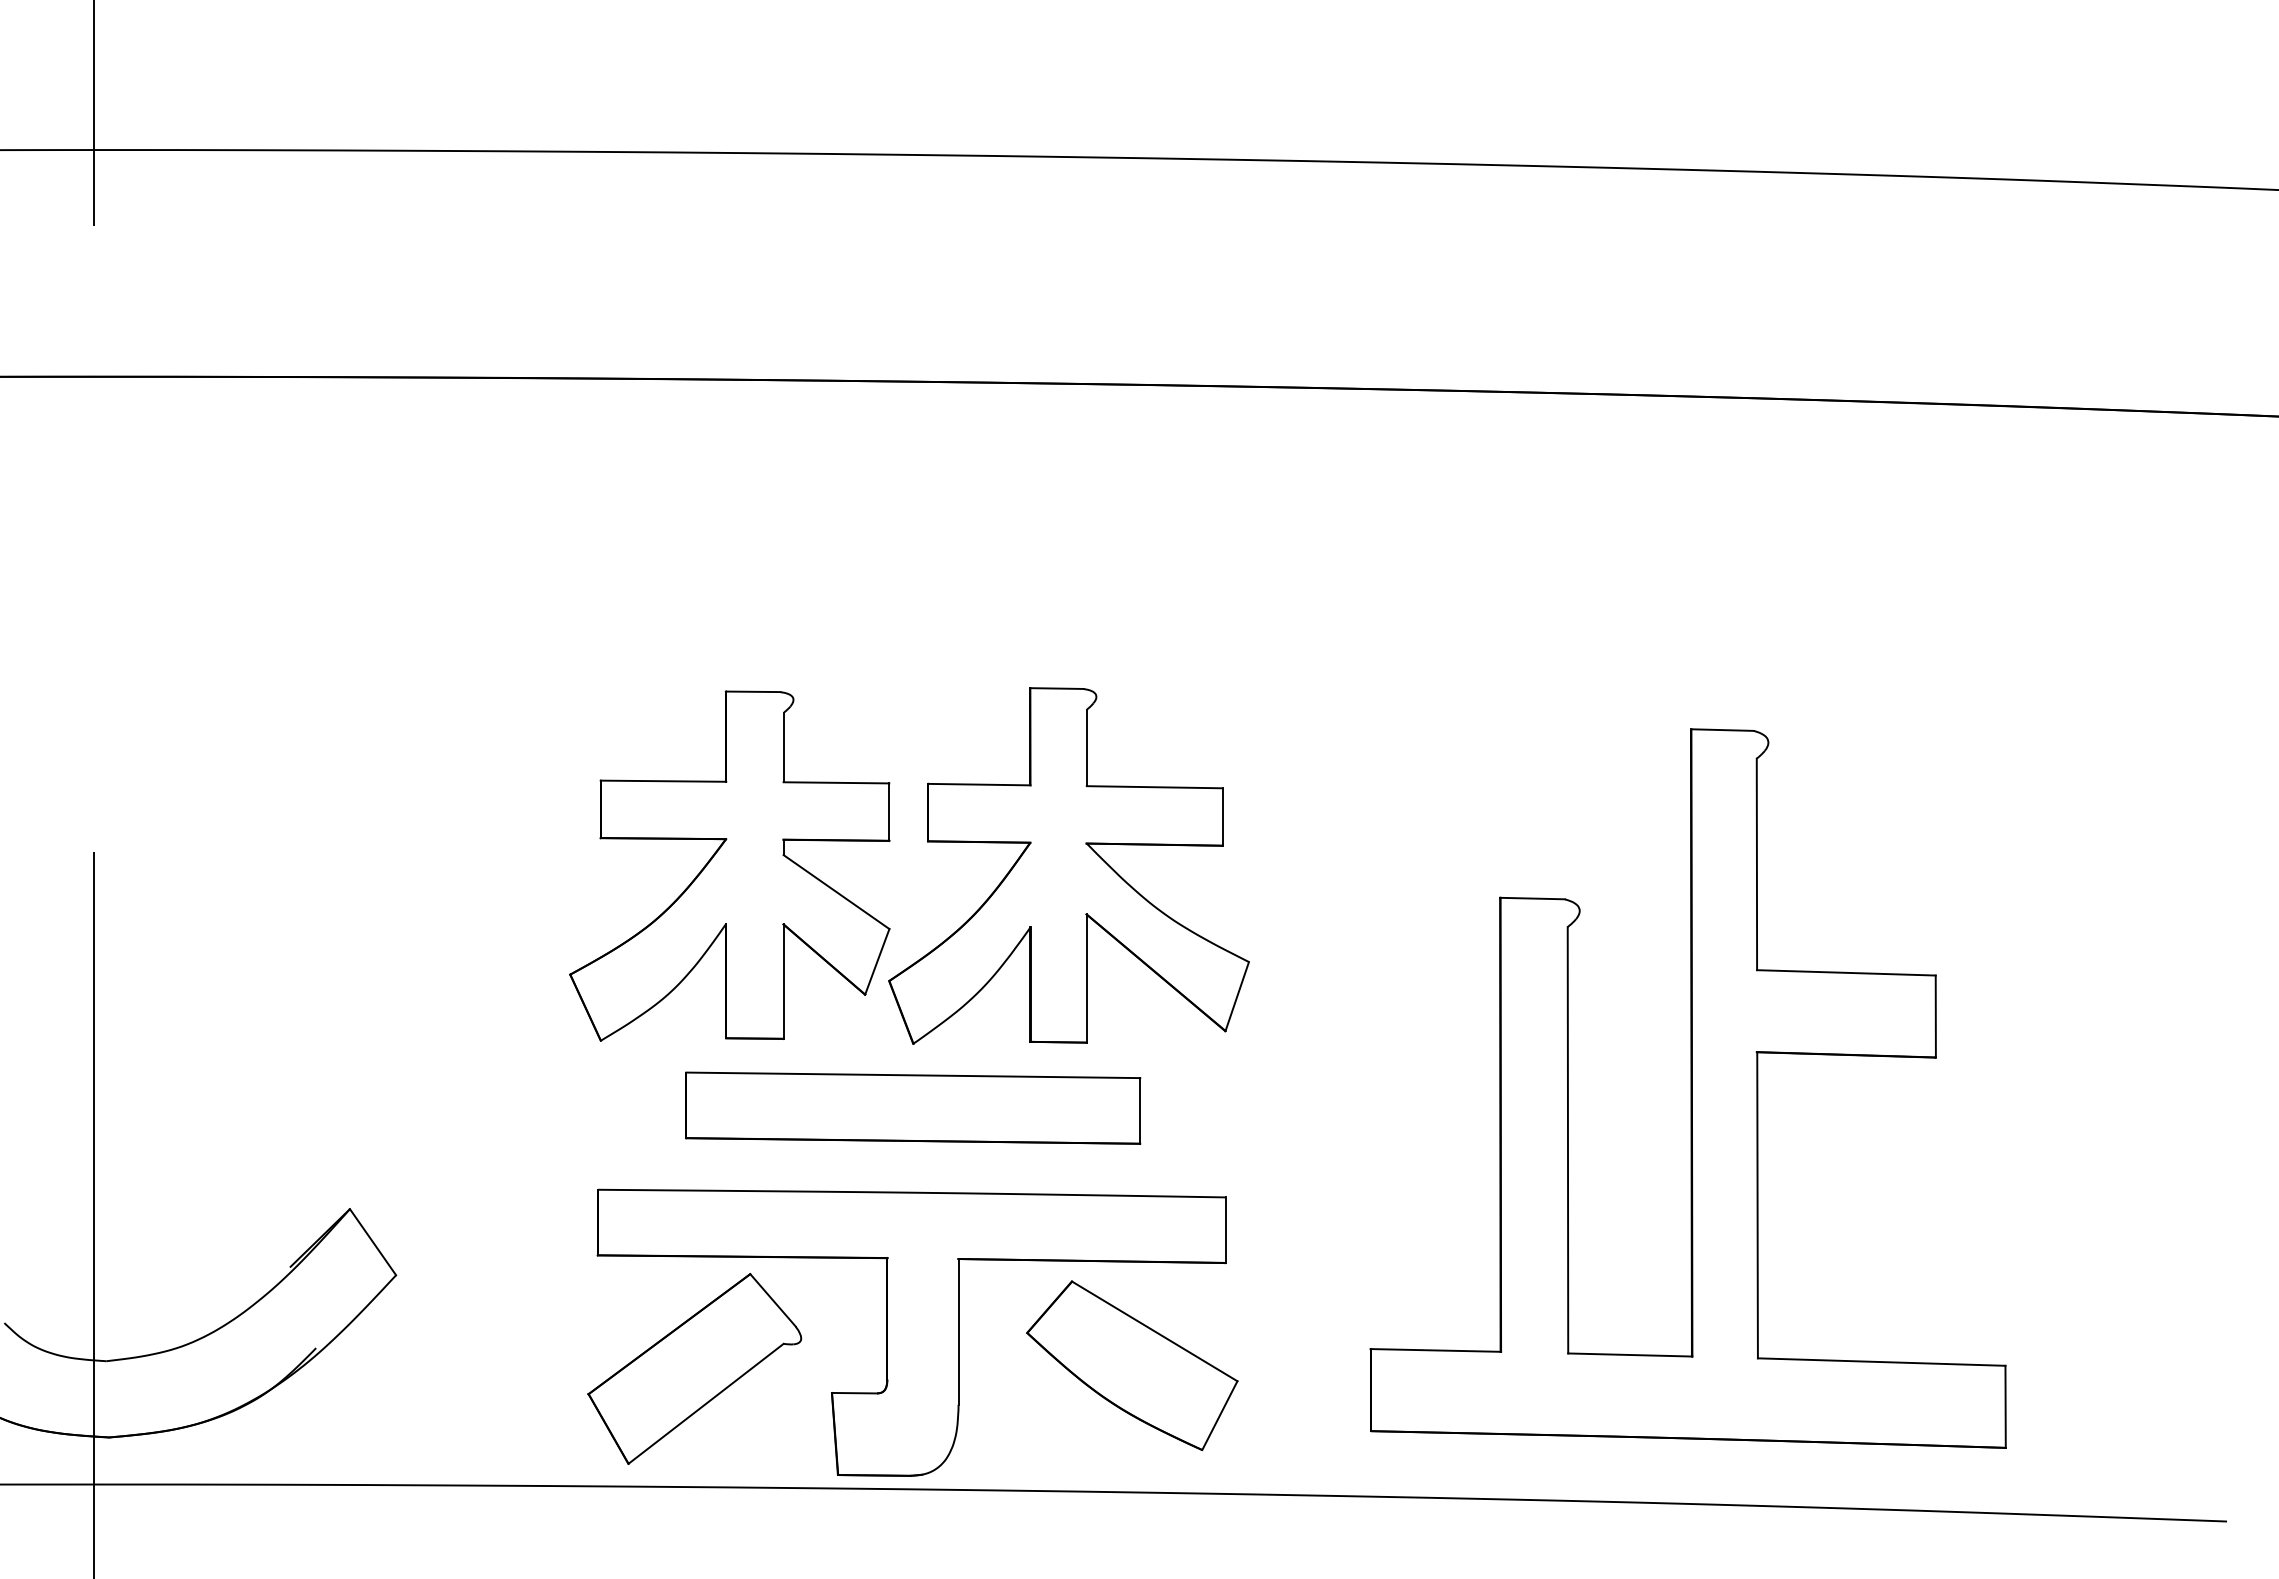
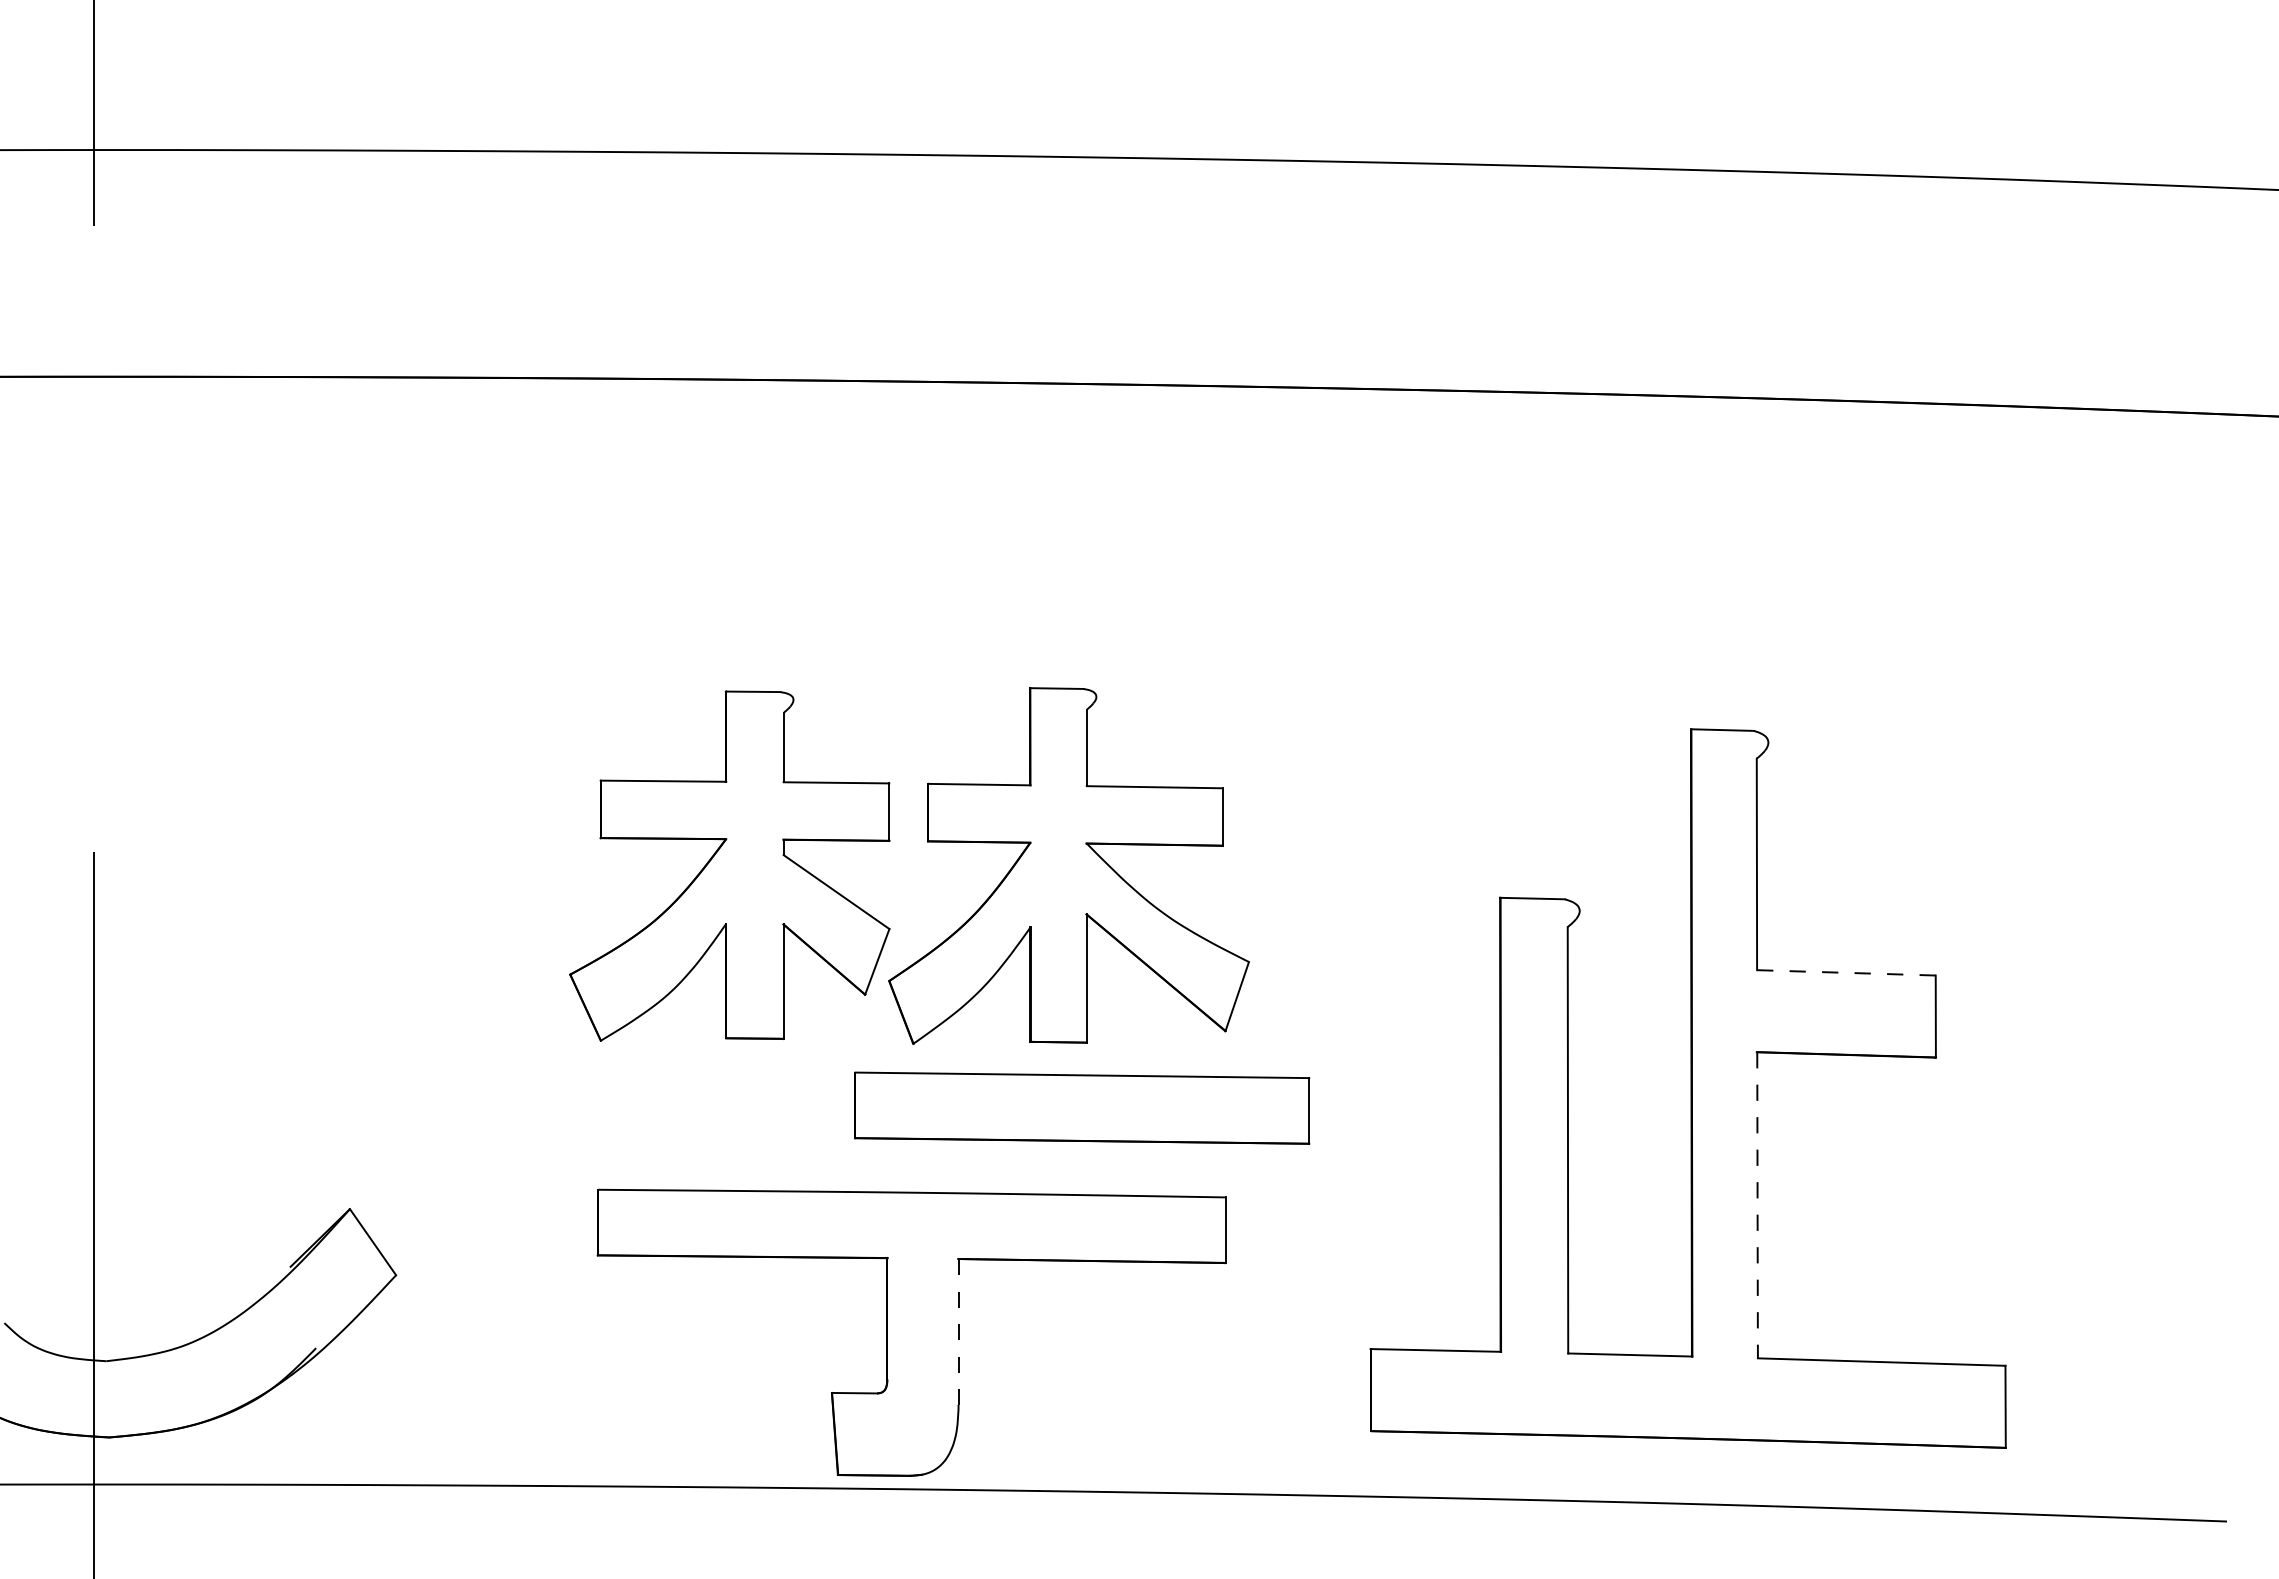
line at (1846, 972): solid -> dashed
part at (913, 1107) position: (913, 1107) -> (1082, 1107)
line at (1757, 1205): solid -> dashed
line at (958, 1331): solid -> dashed
part at (1132, 1365): present -> none
part at (694, 1368): present -> none
